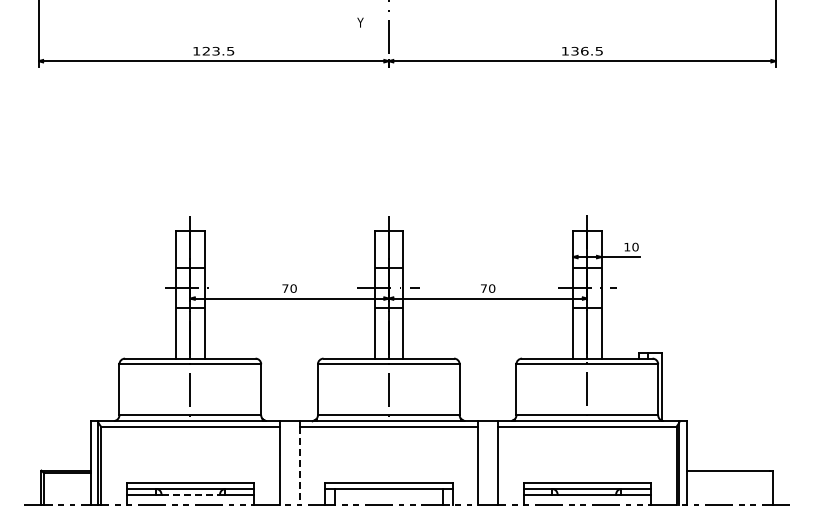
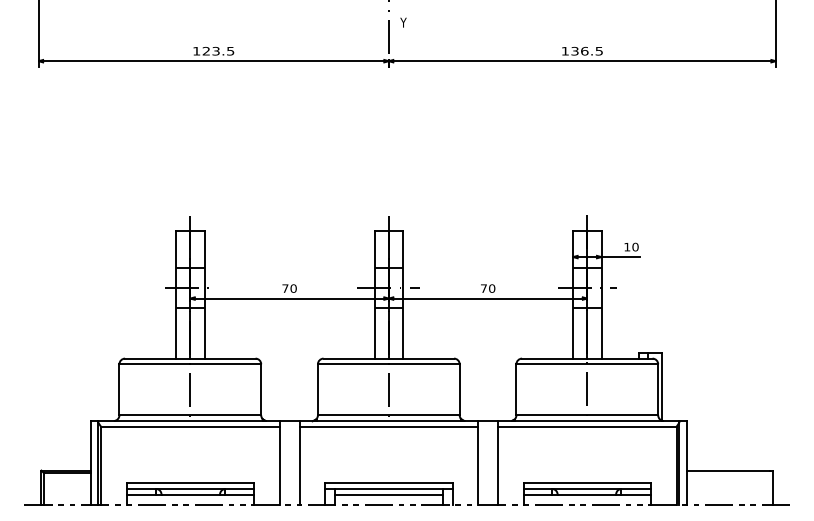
text at (360, 22) position: (360, 22) -> (403, 22)
line at (299, 466): dashed -> solid
line at (191, 494): dashed -> solid
line at (388, 494): none -> present
